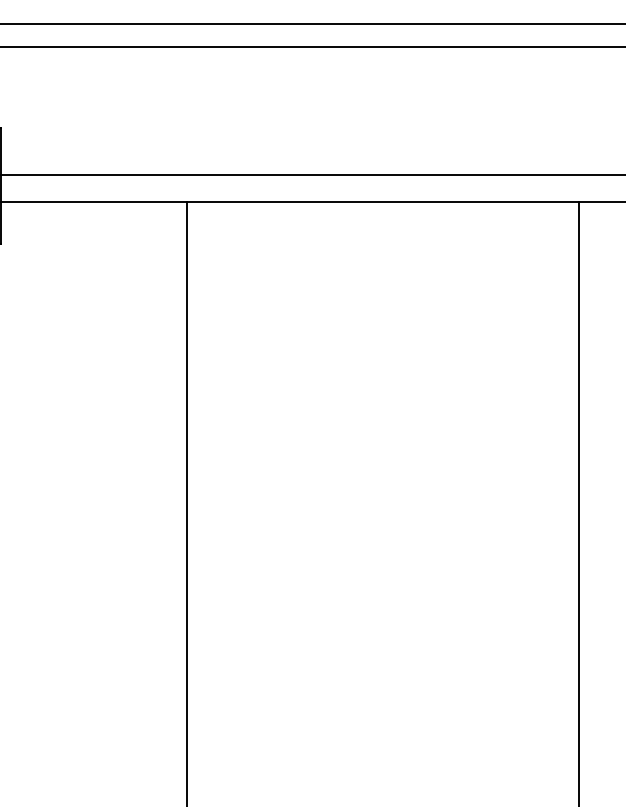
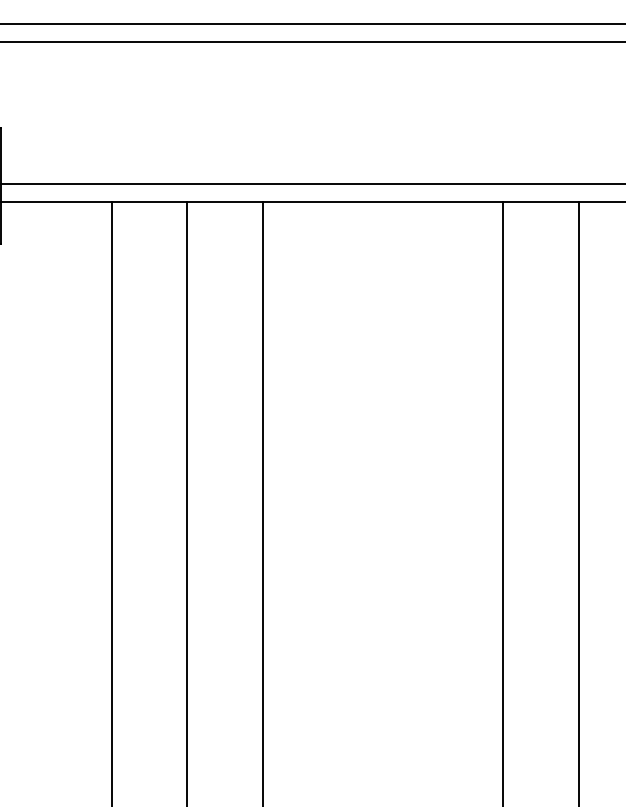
line at (312, 46) position: (312, 46) -> (312, 41)
line at (312, 174) position: (312, 174) -> (312, 183)
line at (111, 502): none -> present
line at (262, 502): none -> present
line at (503, 502): none -> present
